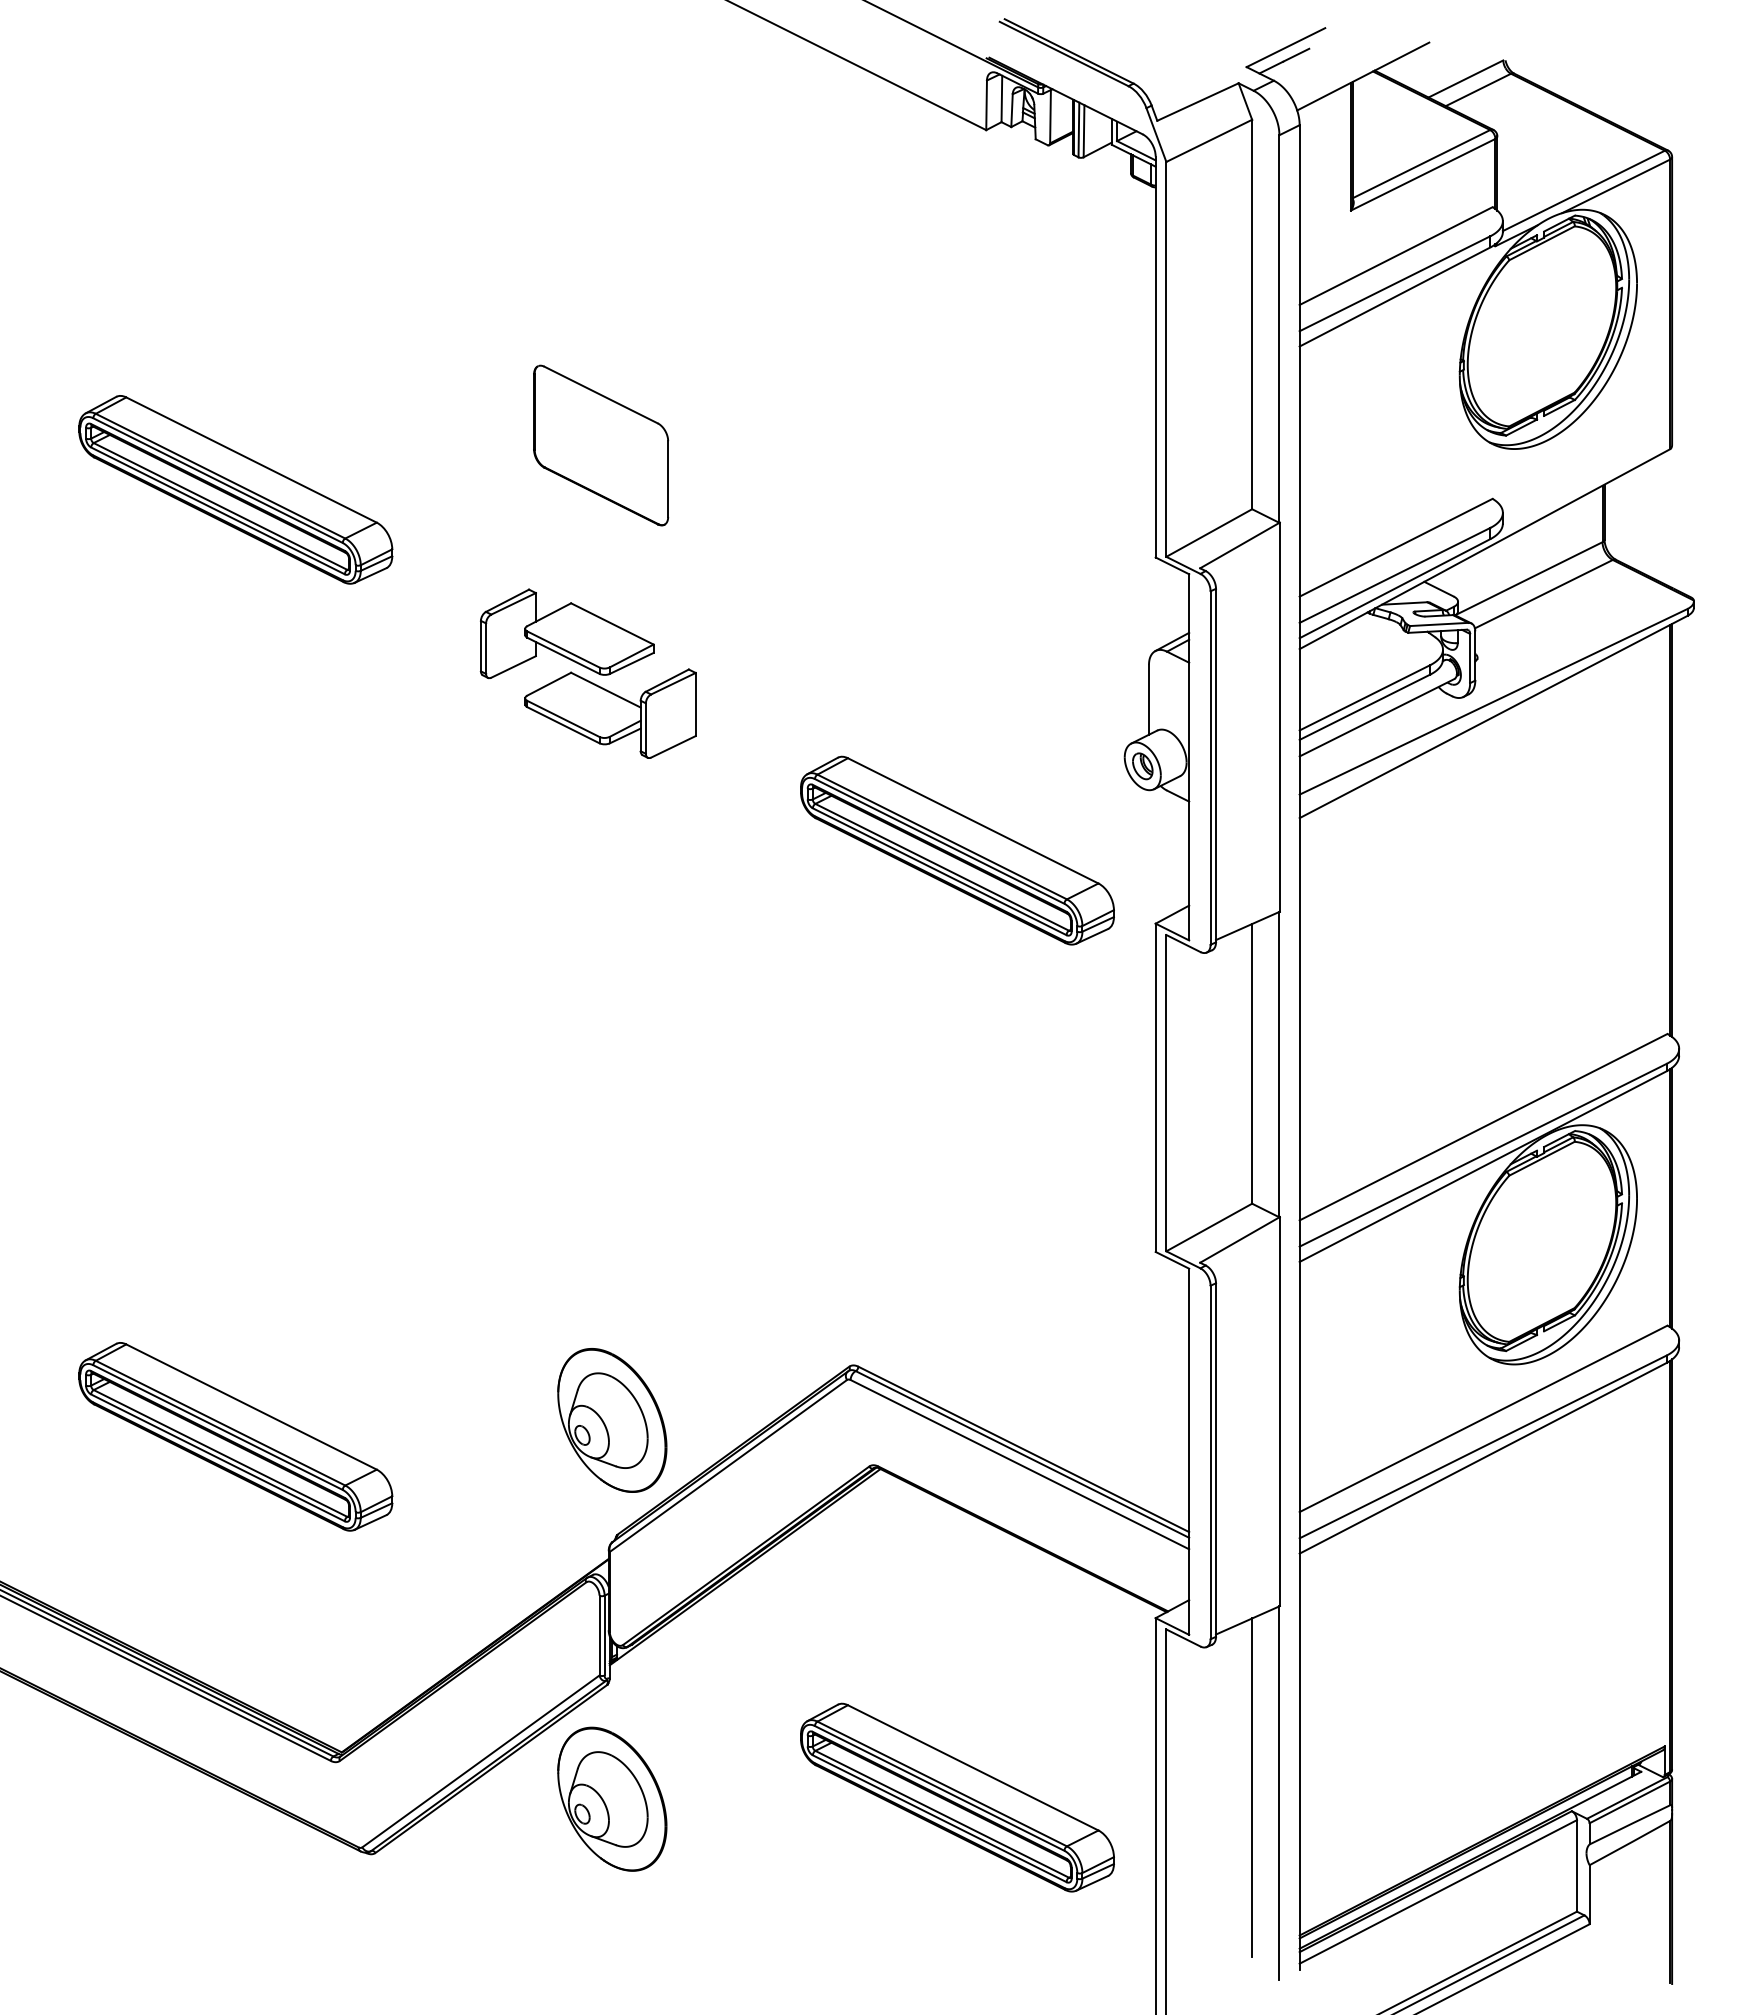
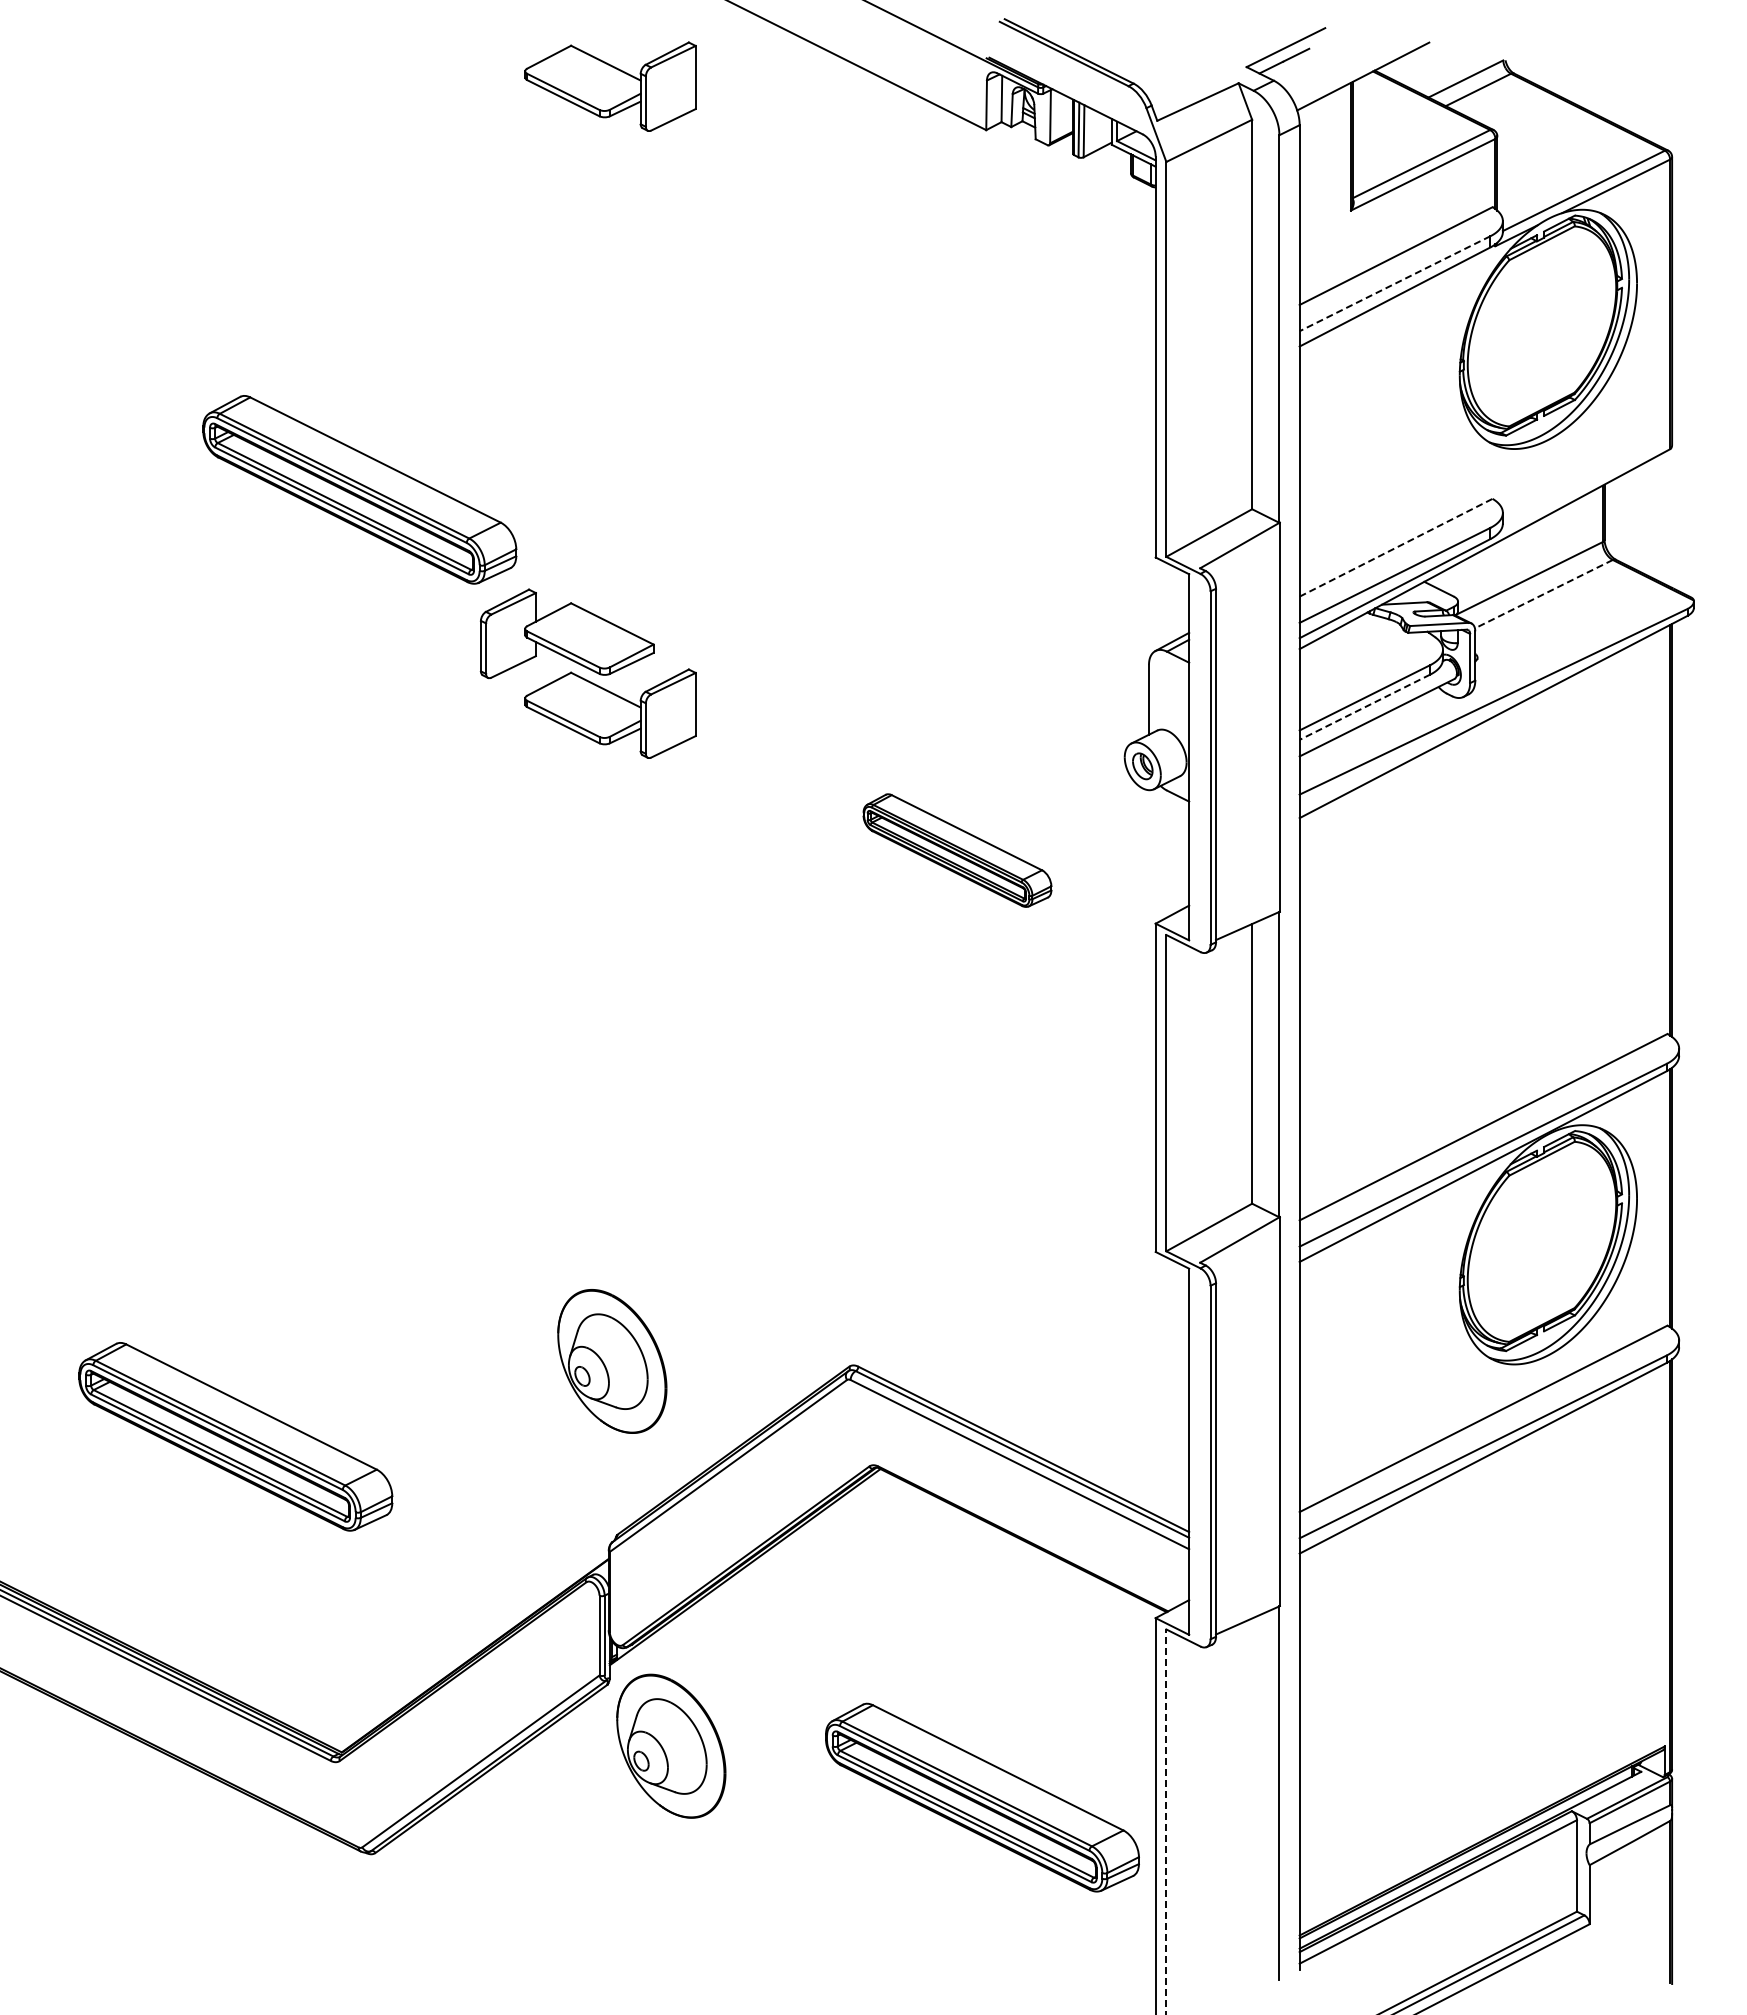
part at (610, 86): none -> present
line at (1395, 283): solid -> dashed
part at (601, 445): present -> none
part at (235, 489) position: (235, 489) -> (359, 489)
line at (1396, 547): solid -> dashed
line at (1543, 594): solid -> dashed
line at (1364, 707): solid -> dashed
part at (957, 850) size: 315x191 px -> 191x115 px
part at (612, 1420) position: (612, 1420) -> (612, 1361)
line at (1252, 1787): present -> none
part at (957, 1797) position: (957, 1797) -> (982, 1797)
part at (612, 1798) position: (612, 1798) -> (671, 1745)
line at (1166, 1821): solid -> dashed
